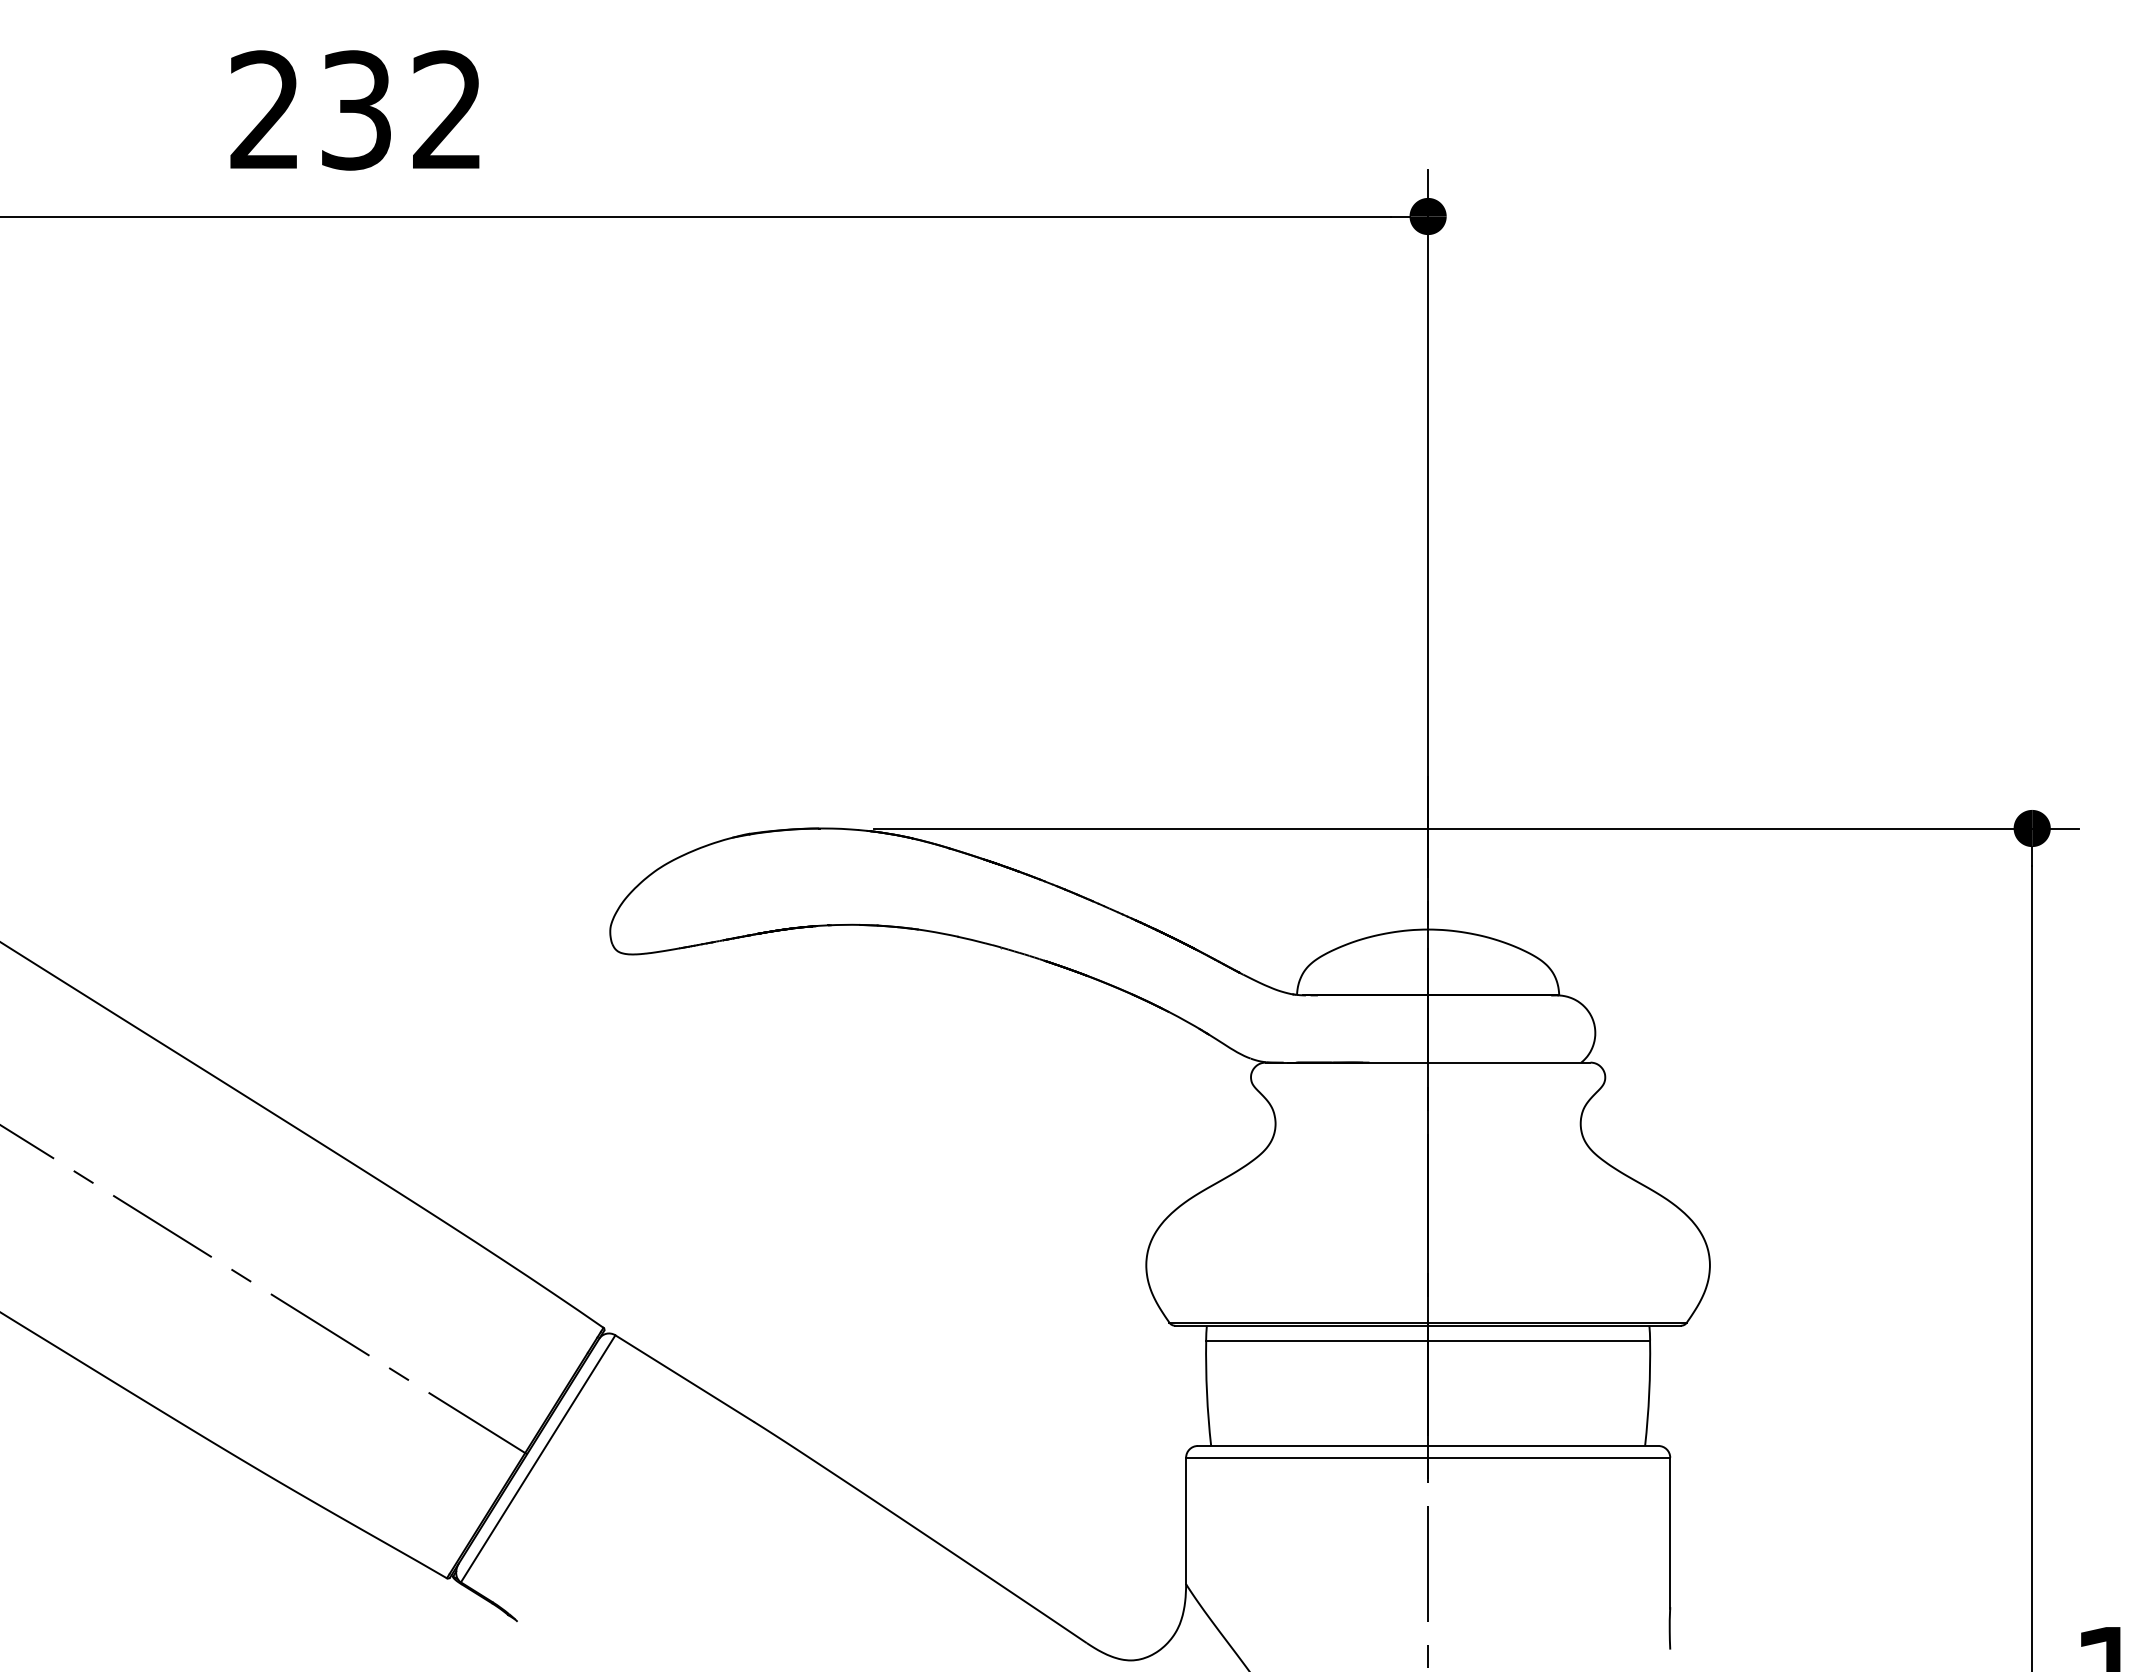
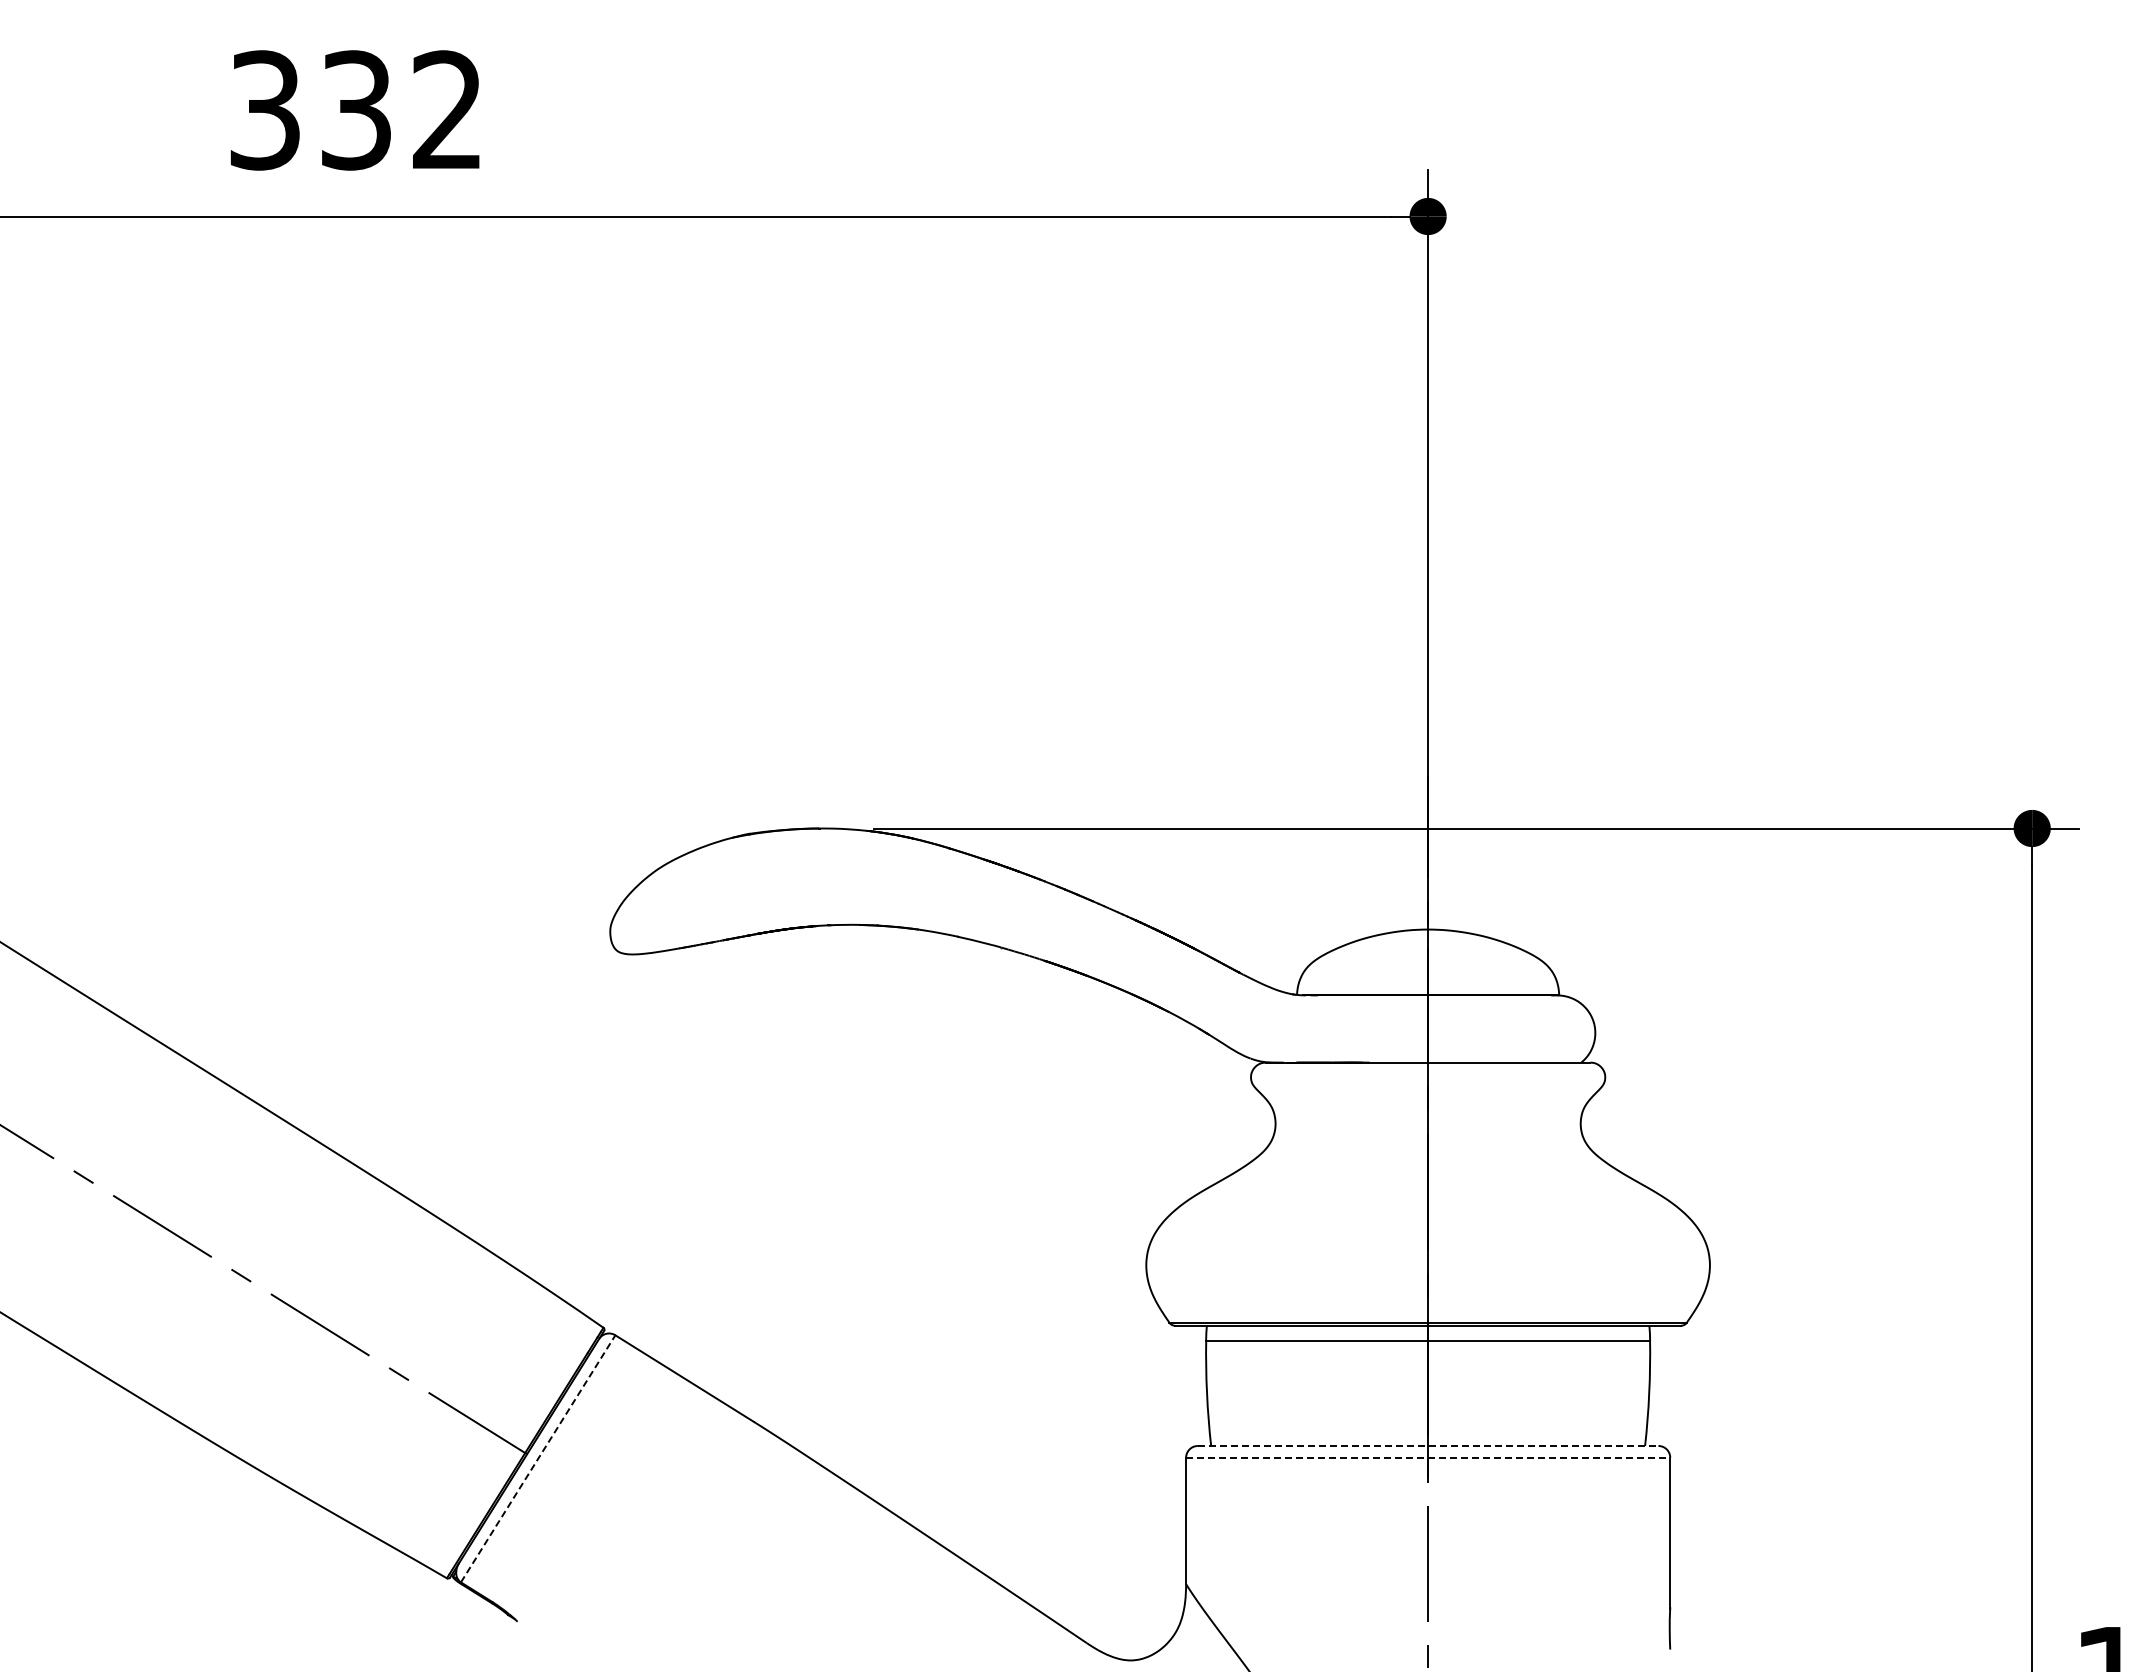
text at (264, 110): 232 -> 332
line at (1428, 1445): solid -> dashed
line at (1428, 1457): solid -> dashed
line at (538, 1458): solid -> dashed
